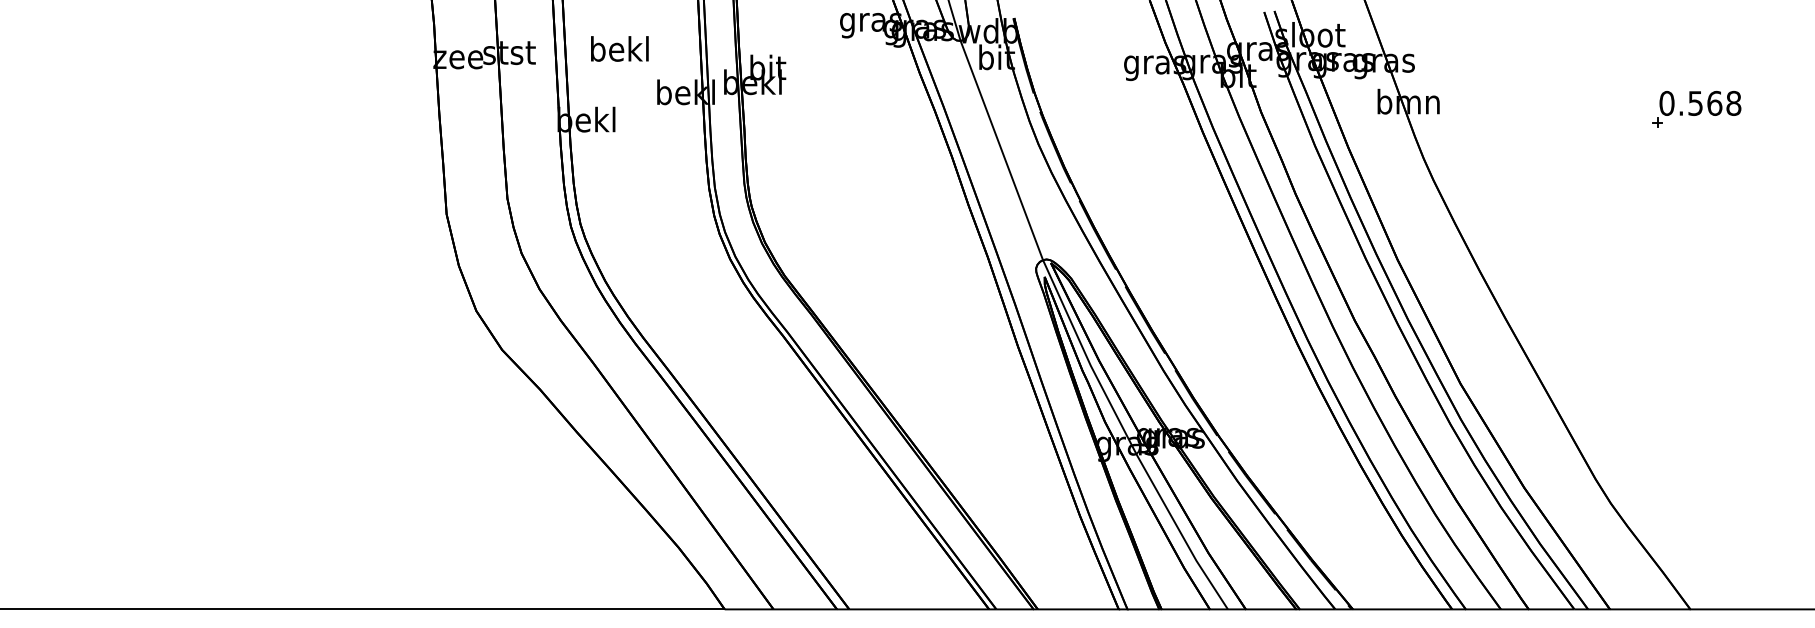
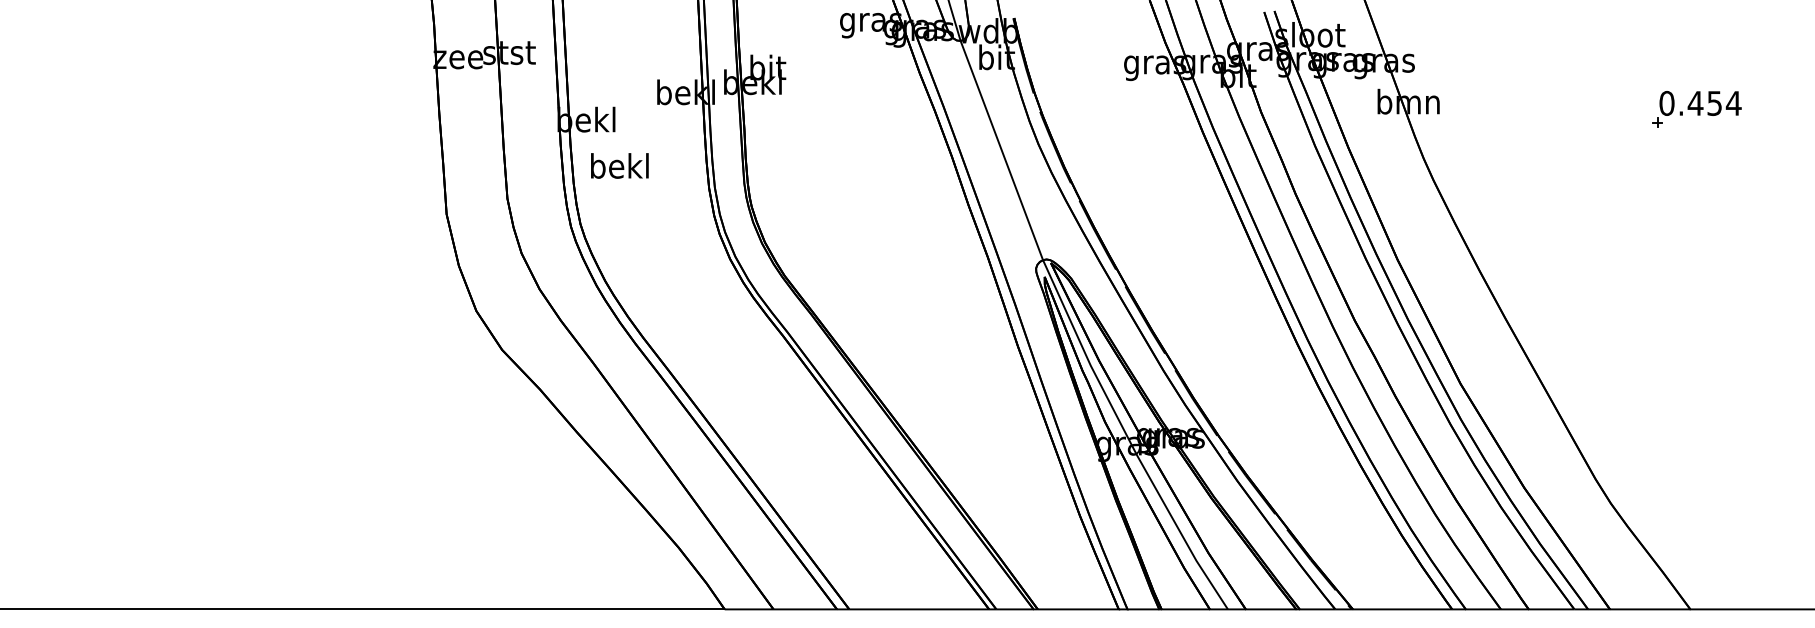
text at (619, 48) position: (619, 48) -> (619, 165)
text at (1714, 102): 0.568 -> 0.454
